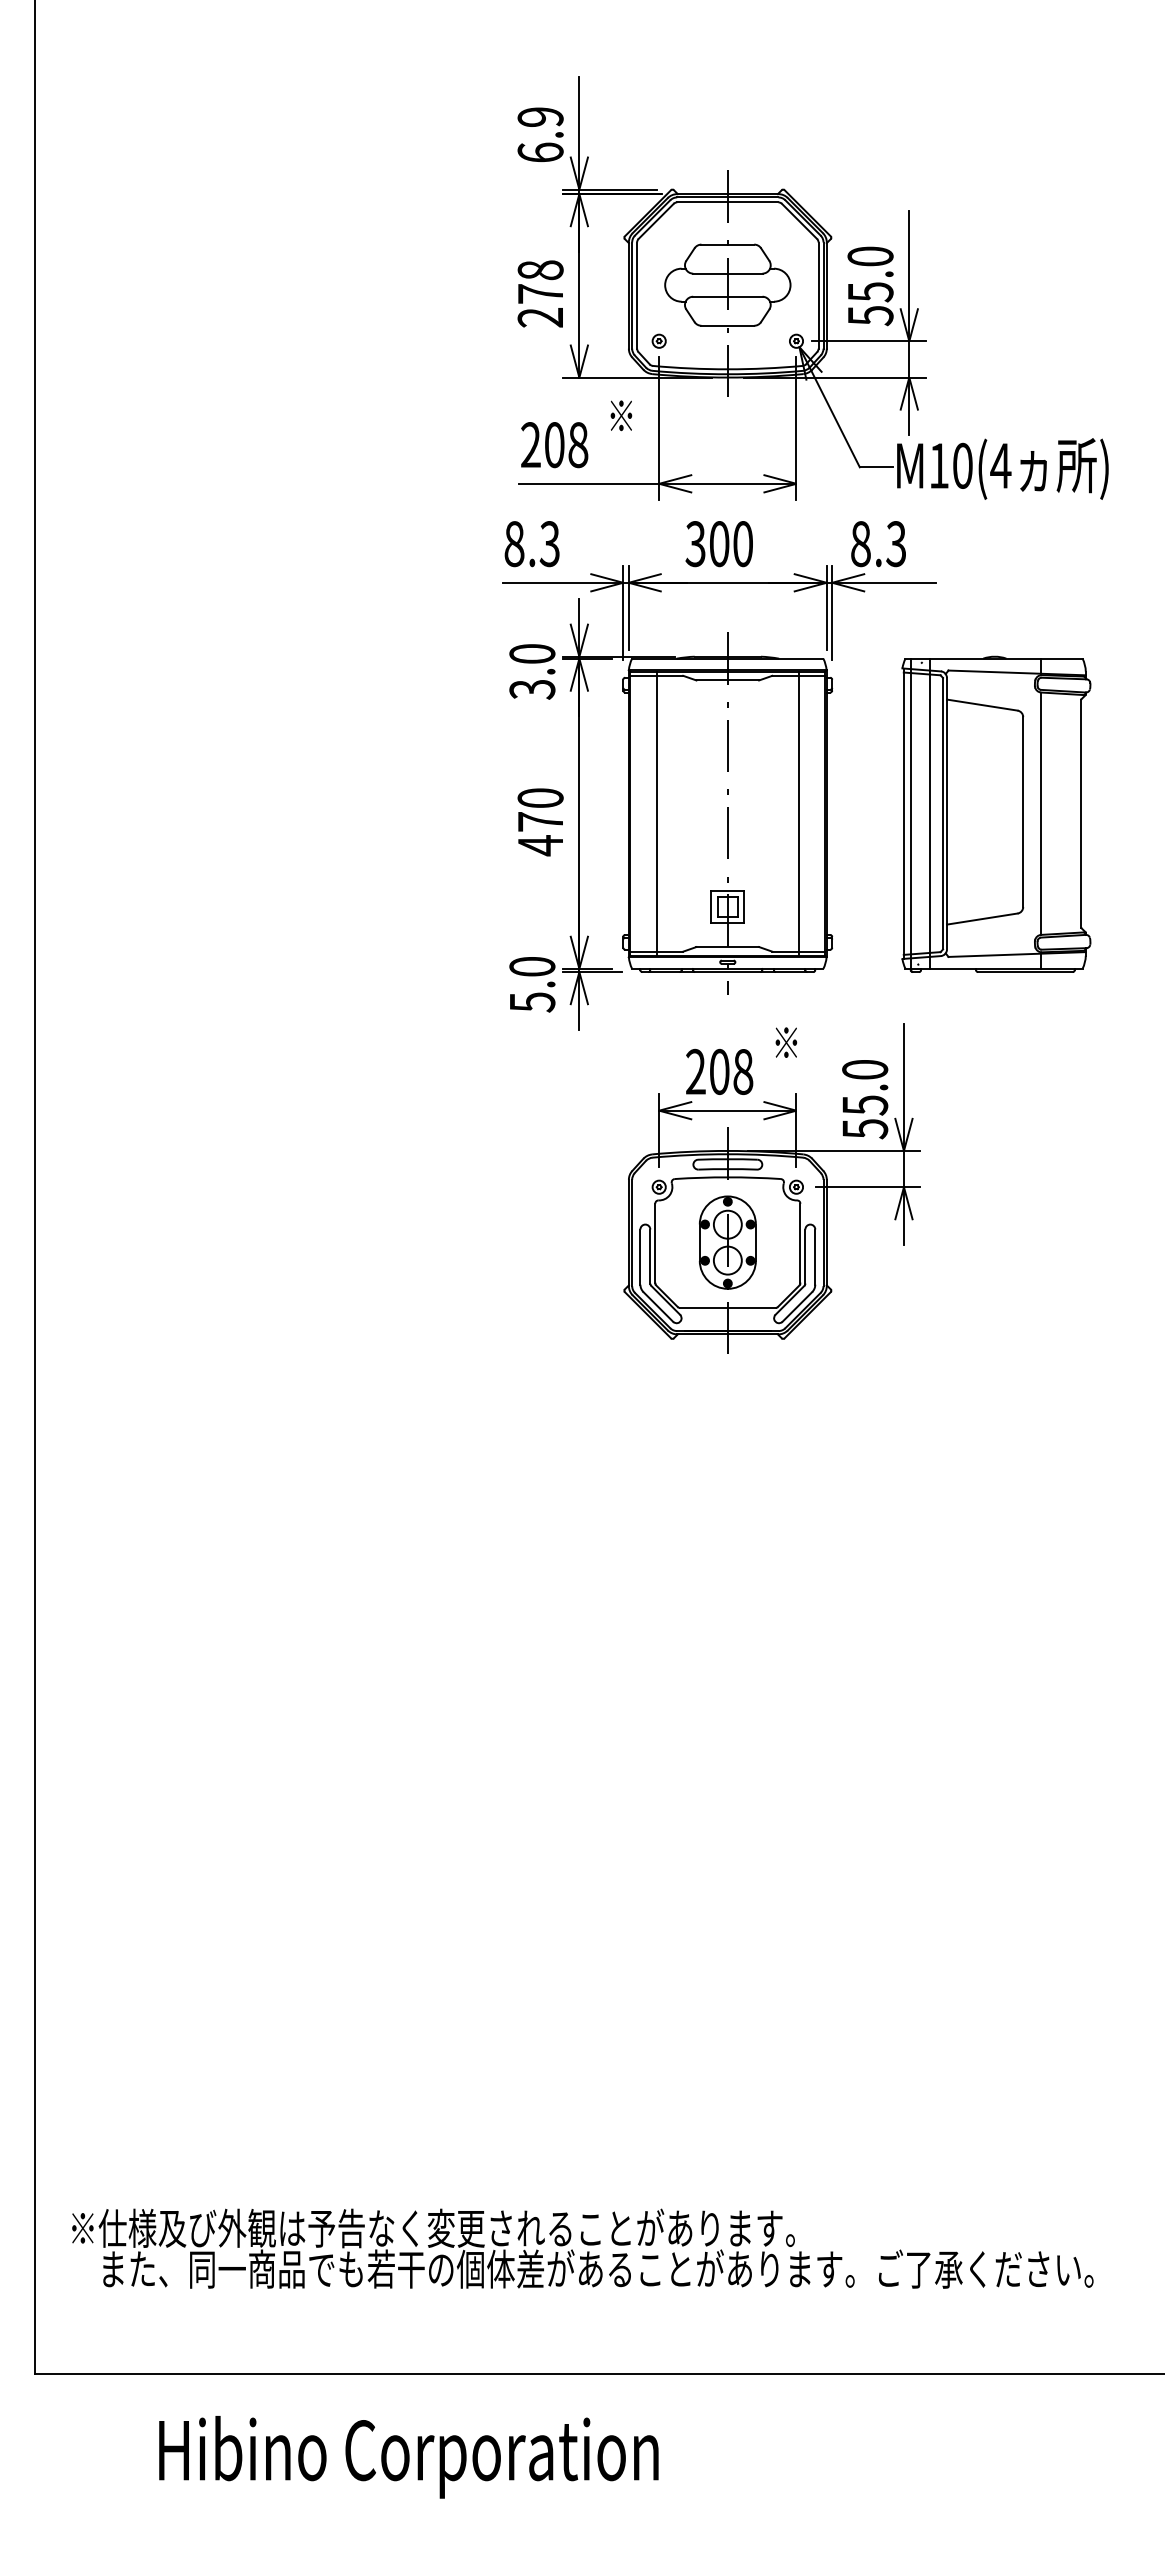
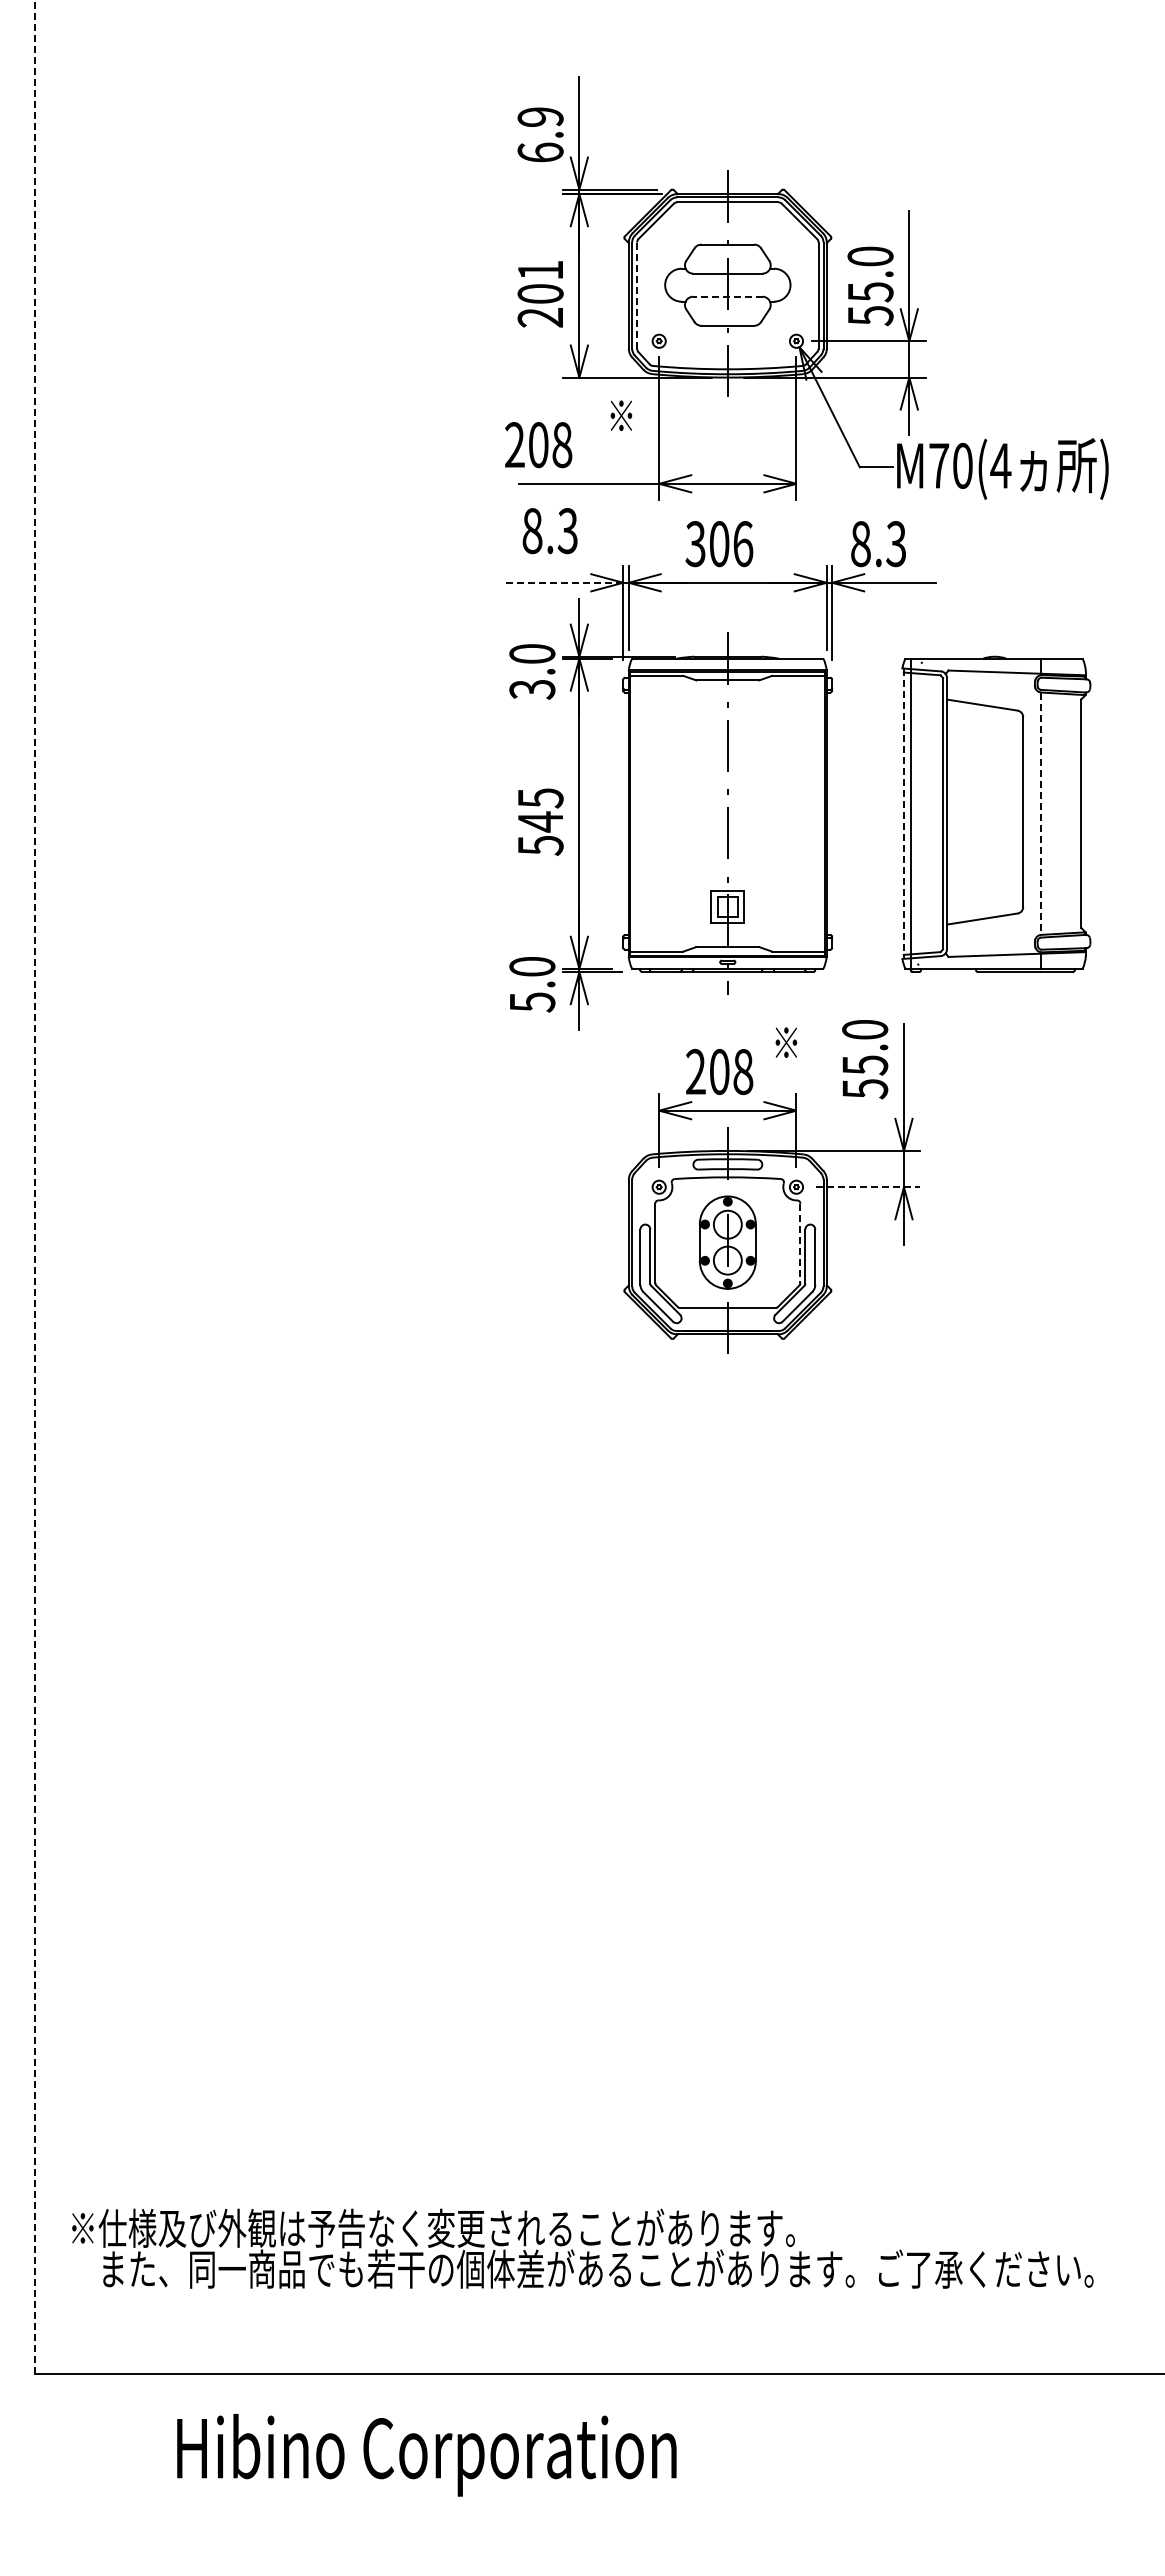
text at (540, 281): 278 -> 201
line at (637, 295): solid -> dashed
line at (727, 296): solid -> dashed
text at (554, 445) position: (554, 445) -> (538, 445)
text at (939, 465): M10(4 -> M70(4
text at (531, 544) position: (531, 544) -> (549, 531)
text at (743, 544): 300 -> 306
line at (562, 582): solid -> dashed
line at (656, 813): present -> none
line at (798, 813): present -> none
line at (929, 813): present -> none
line at (903, 814): solid -> dashed
line at (1041, 814): solid -> dashed
text at (540, 822): 470 -> 545
text at (865, 1099) position: (865, 1099) -> (865, 1059)
line at (34, 1187): solid -> dashed
line at (868, 1187): solid -> dashed
line at (800, 1243): solid -> dashed
text at (408, 2457) position: (408, 2457) -> (426, 2455)
